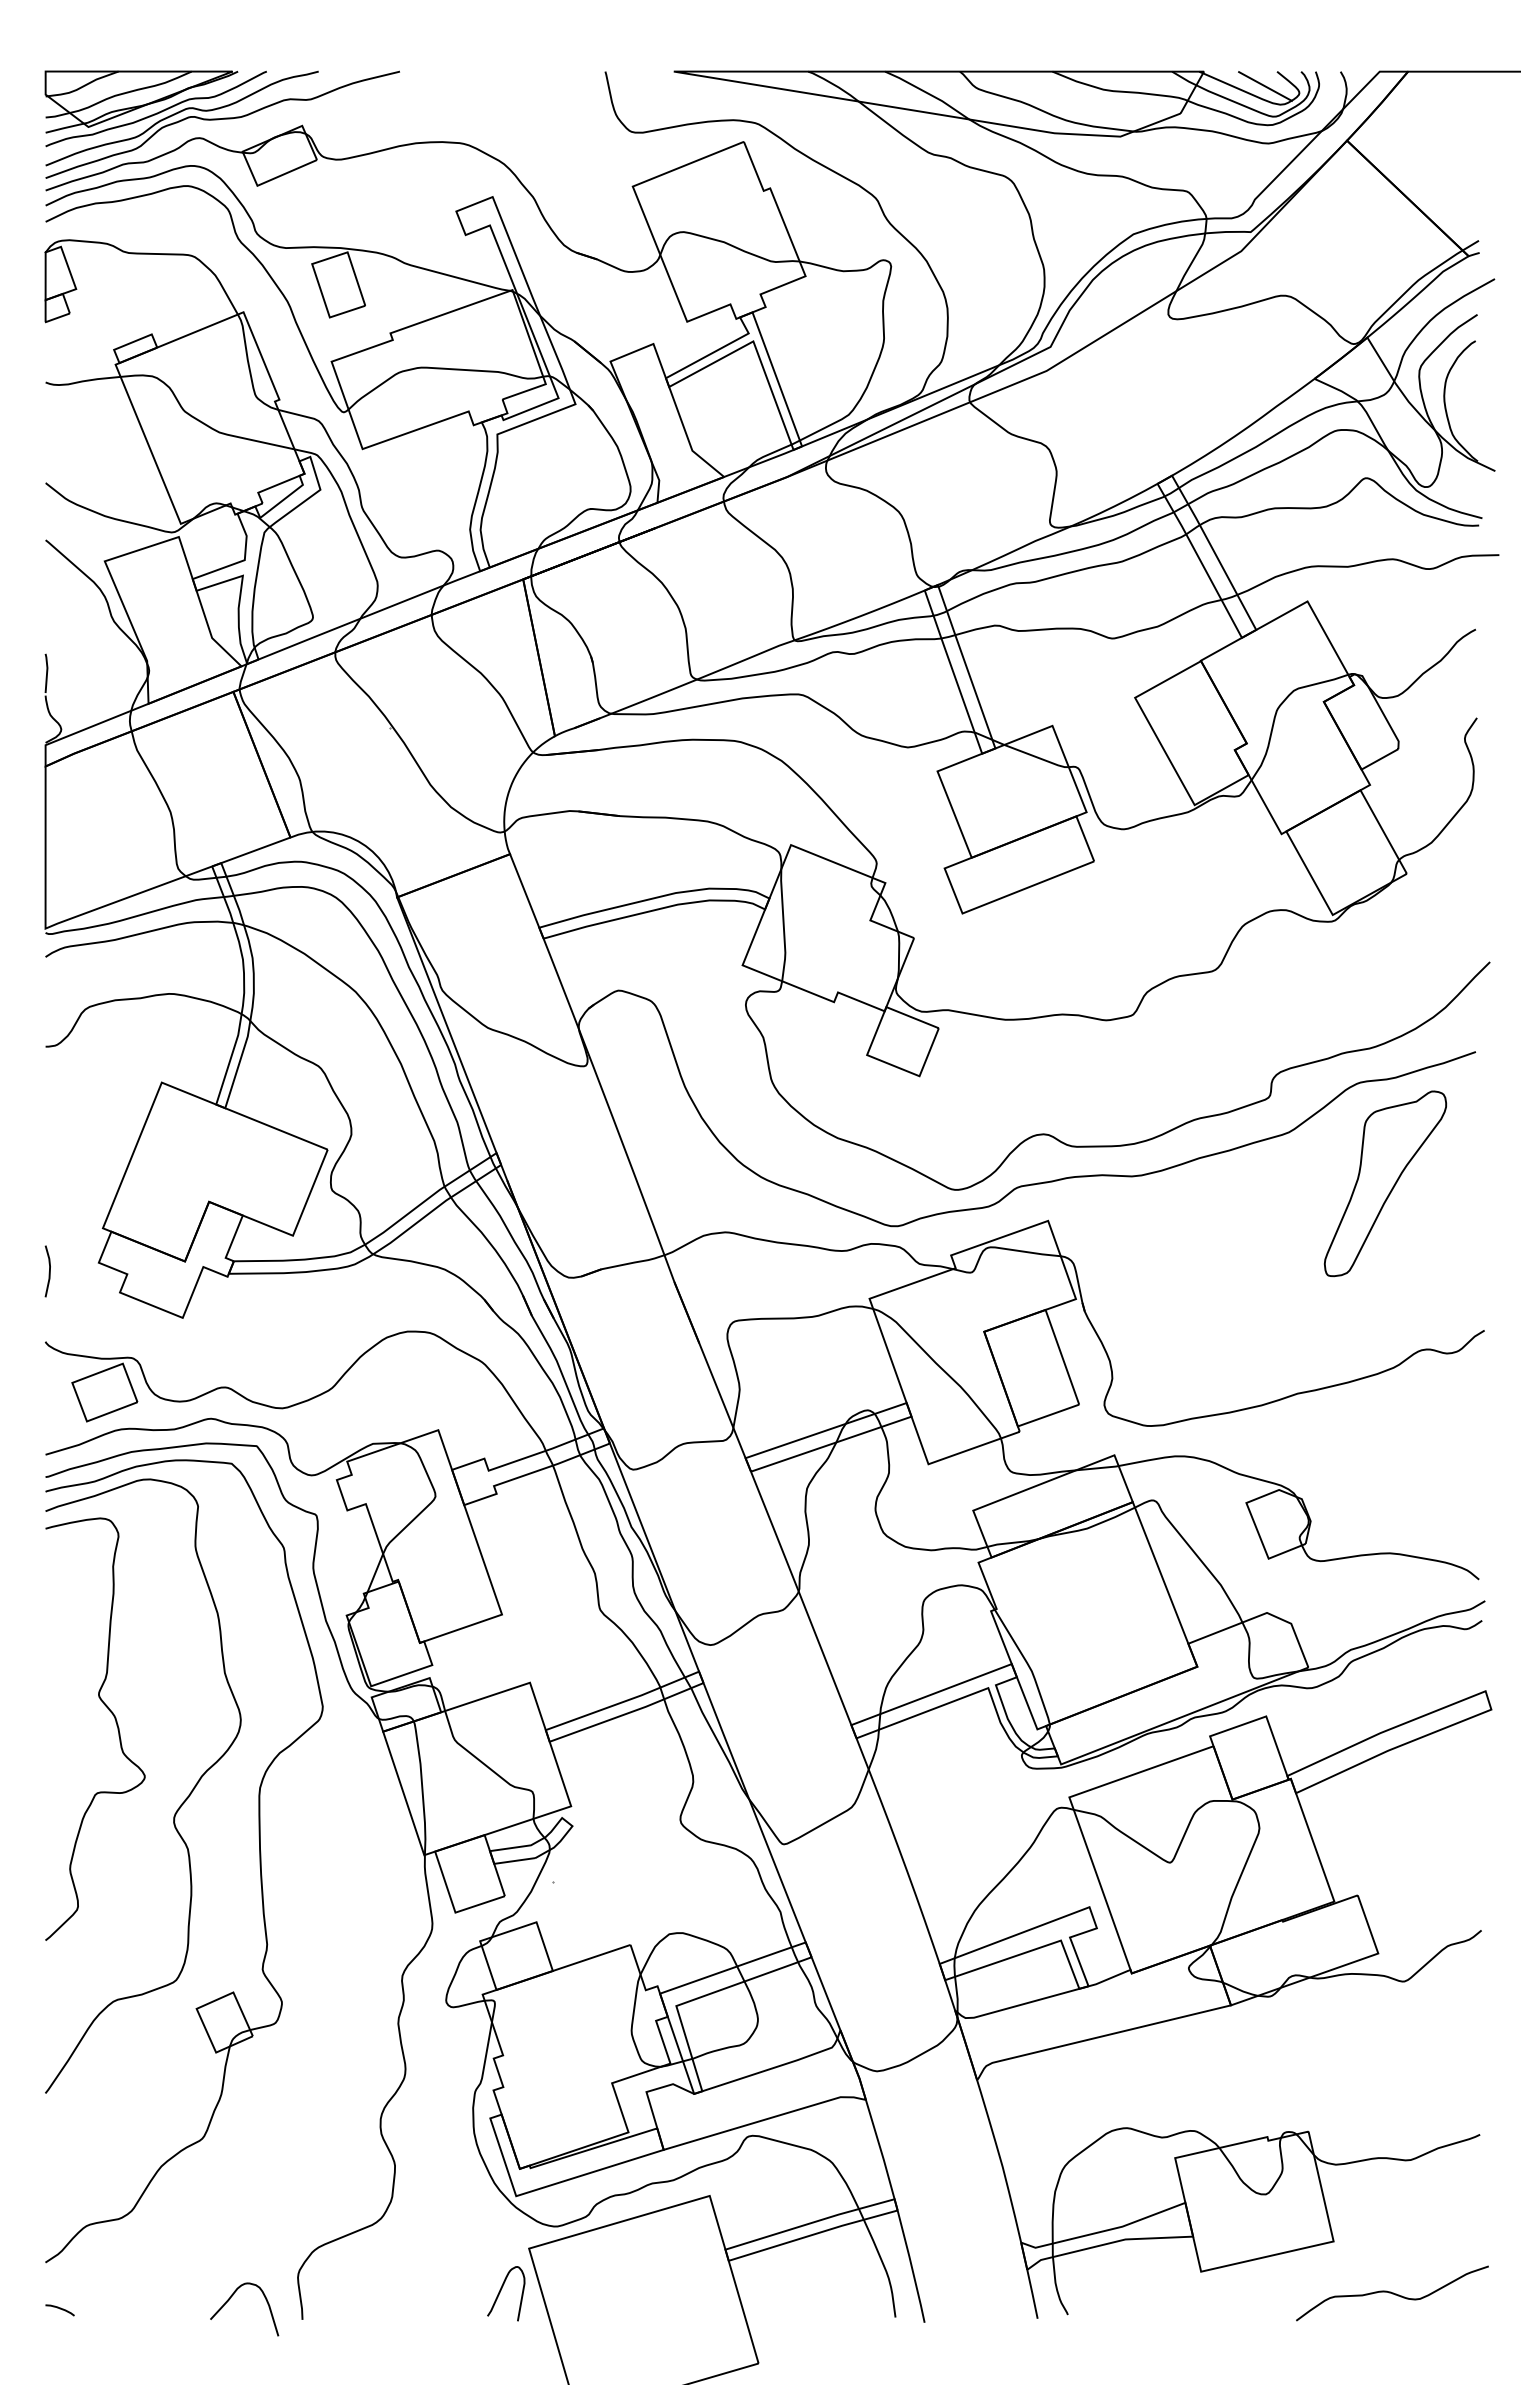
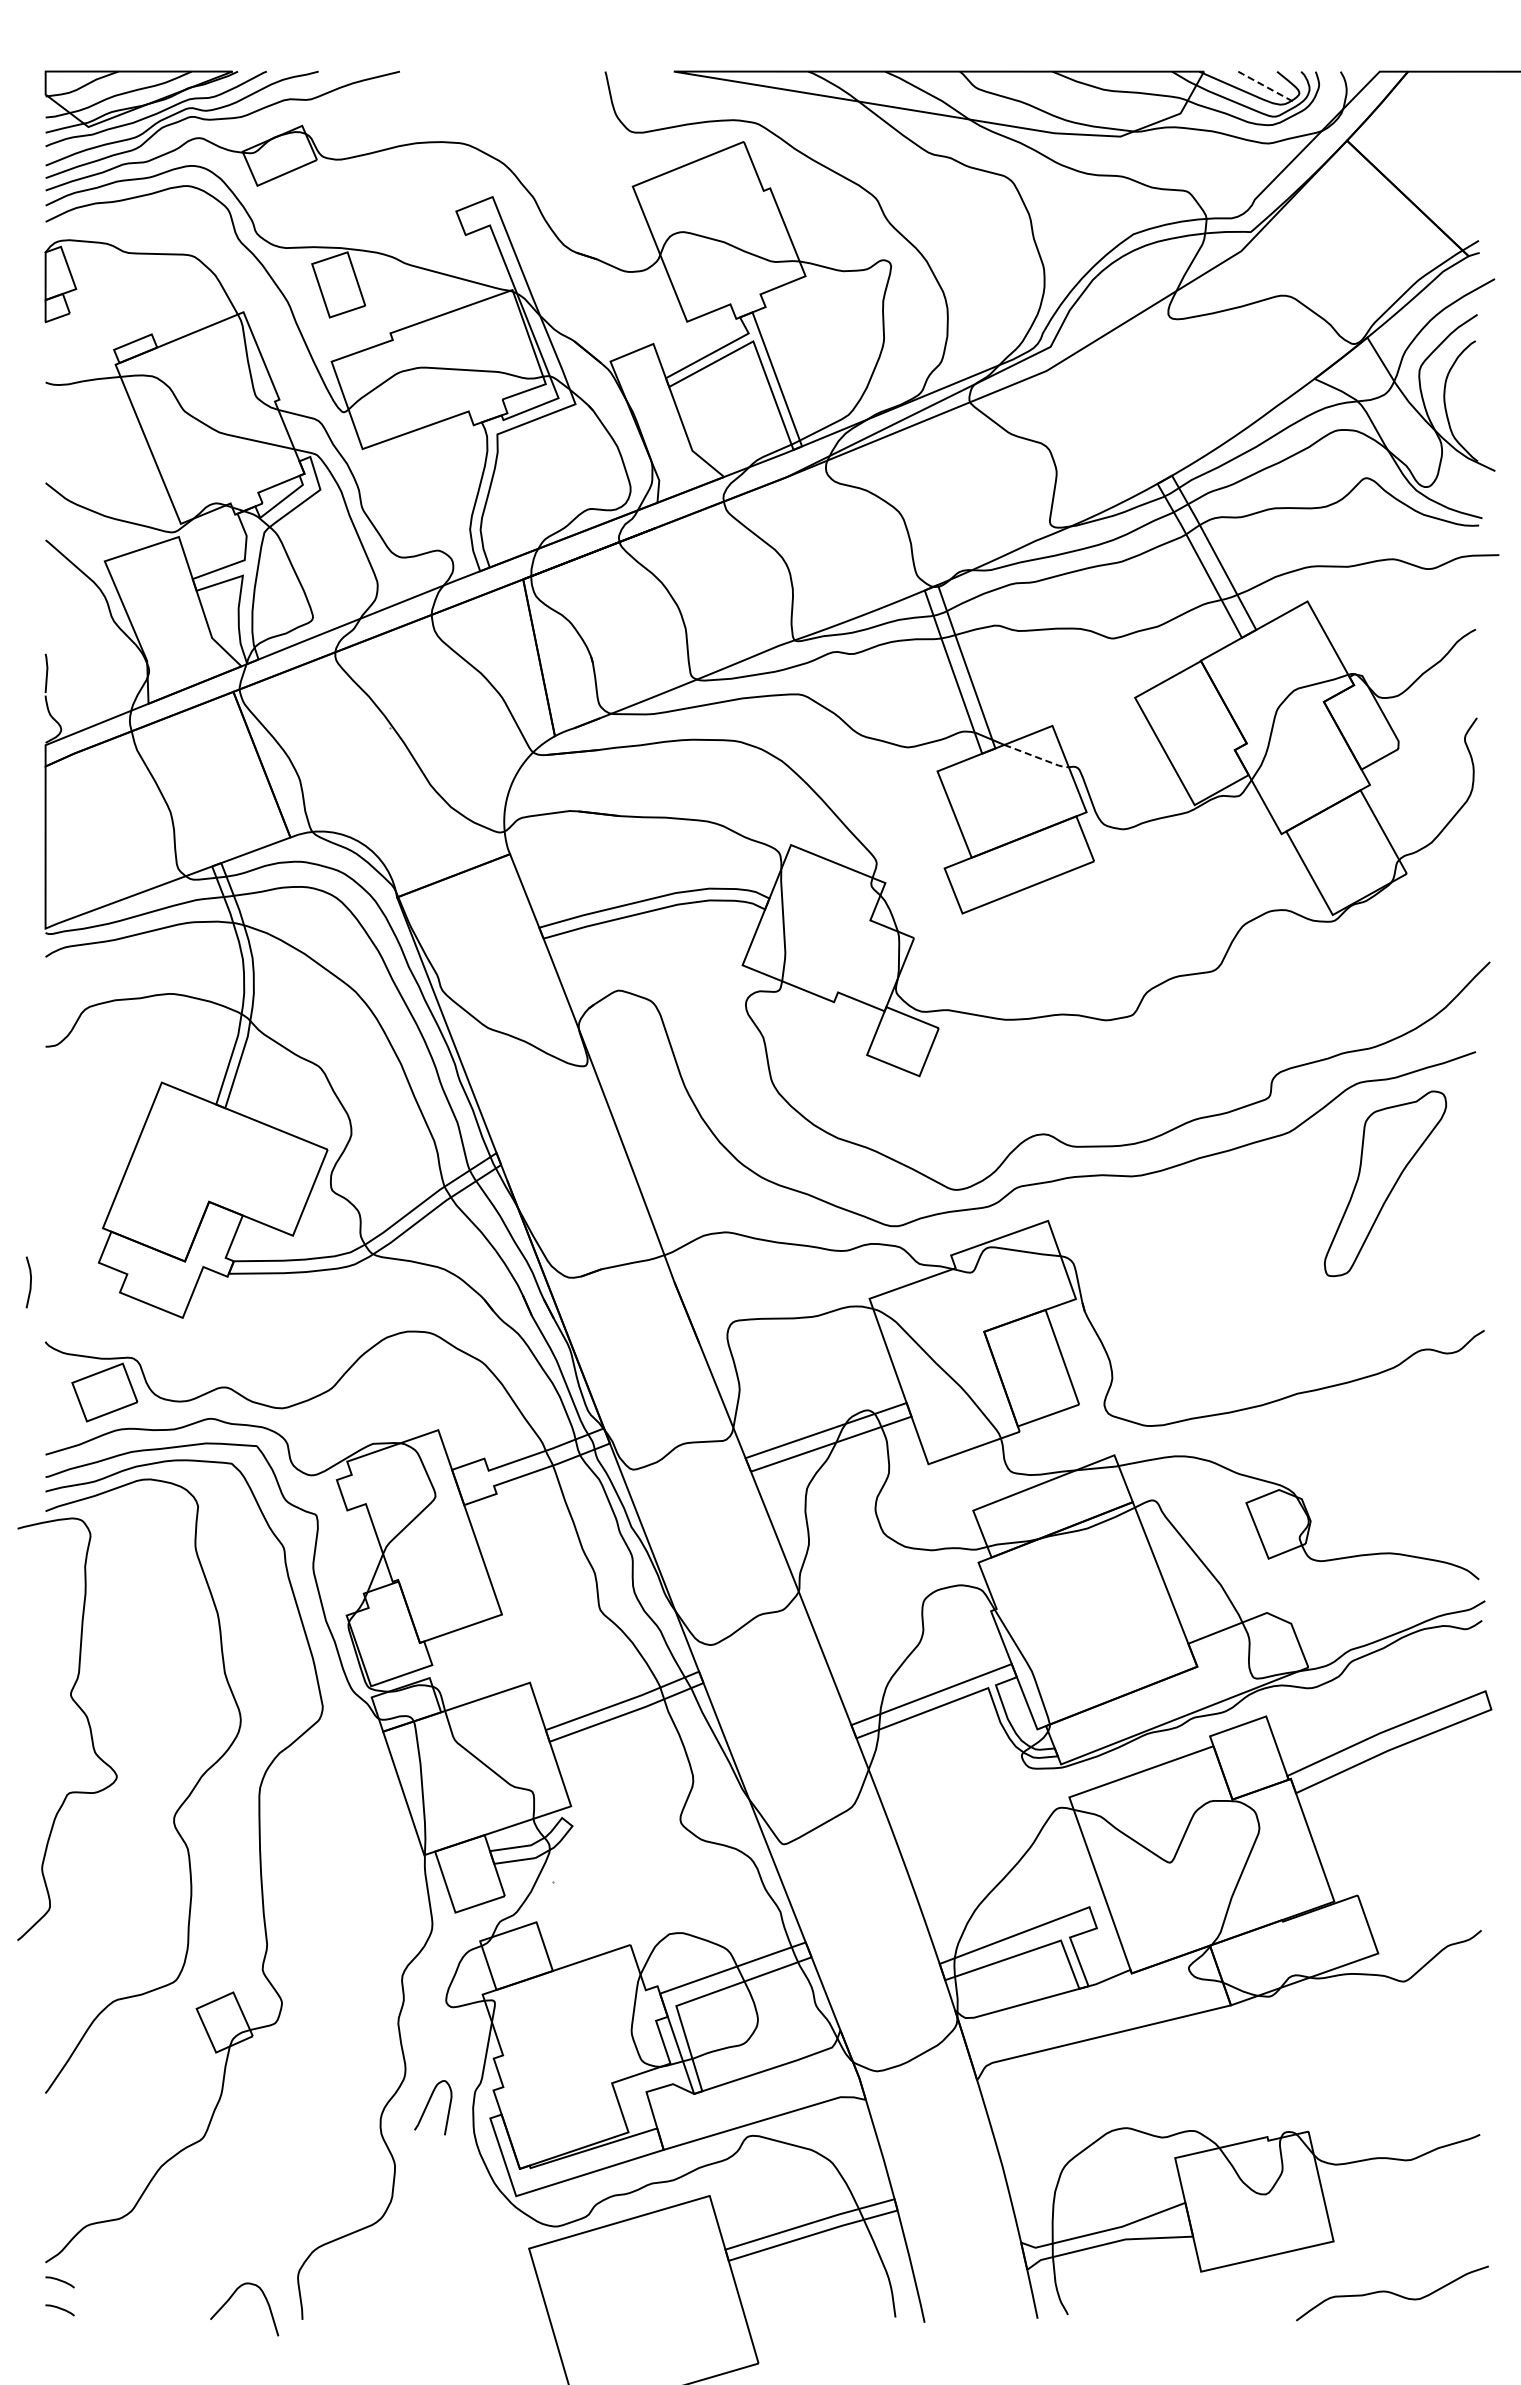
line at (1264, 86): solid -> dashed
line at (1037, 757): solid -> dashed
curve at (48, 1272) position: (48, 1272) -> (29, 1283)
curve at (115, 1722) position: (115, 1722) -> (87, 1722)
curve at (59, 2281): none -> present
curve at (501, 2290) position: (501, 2290) -> (428, 2104)
